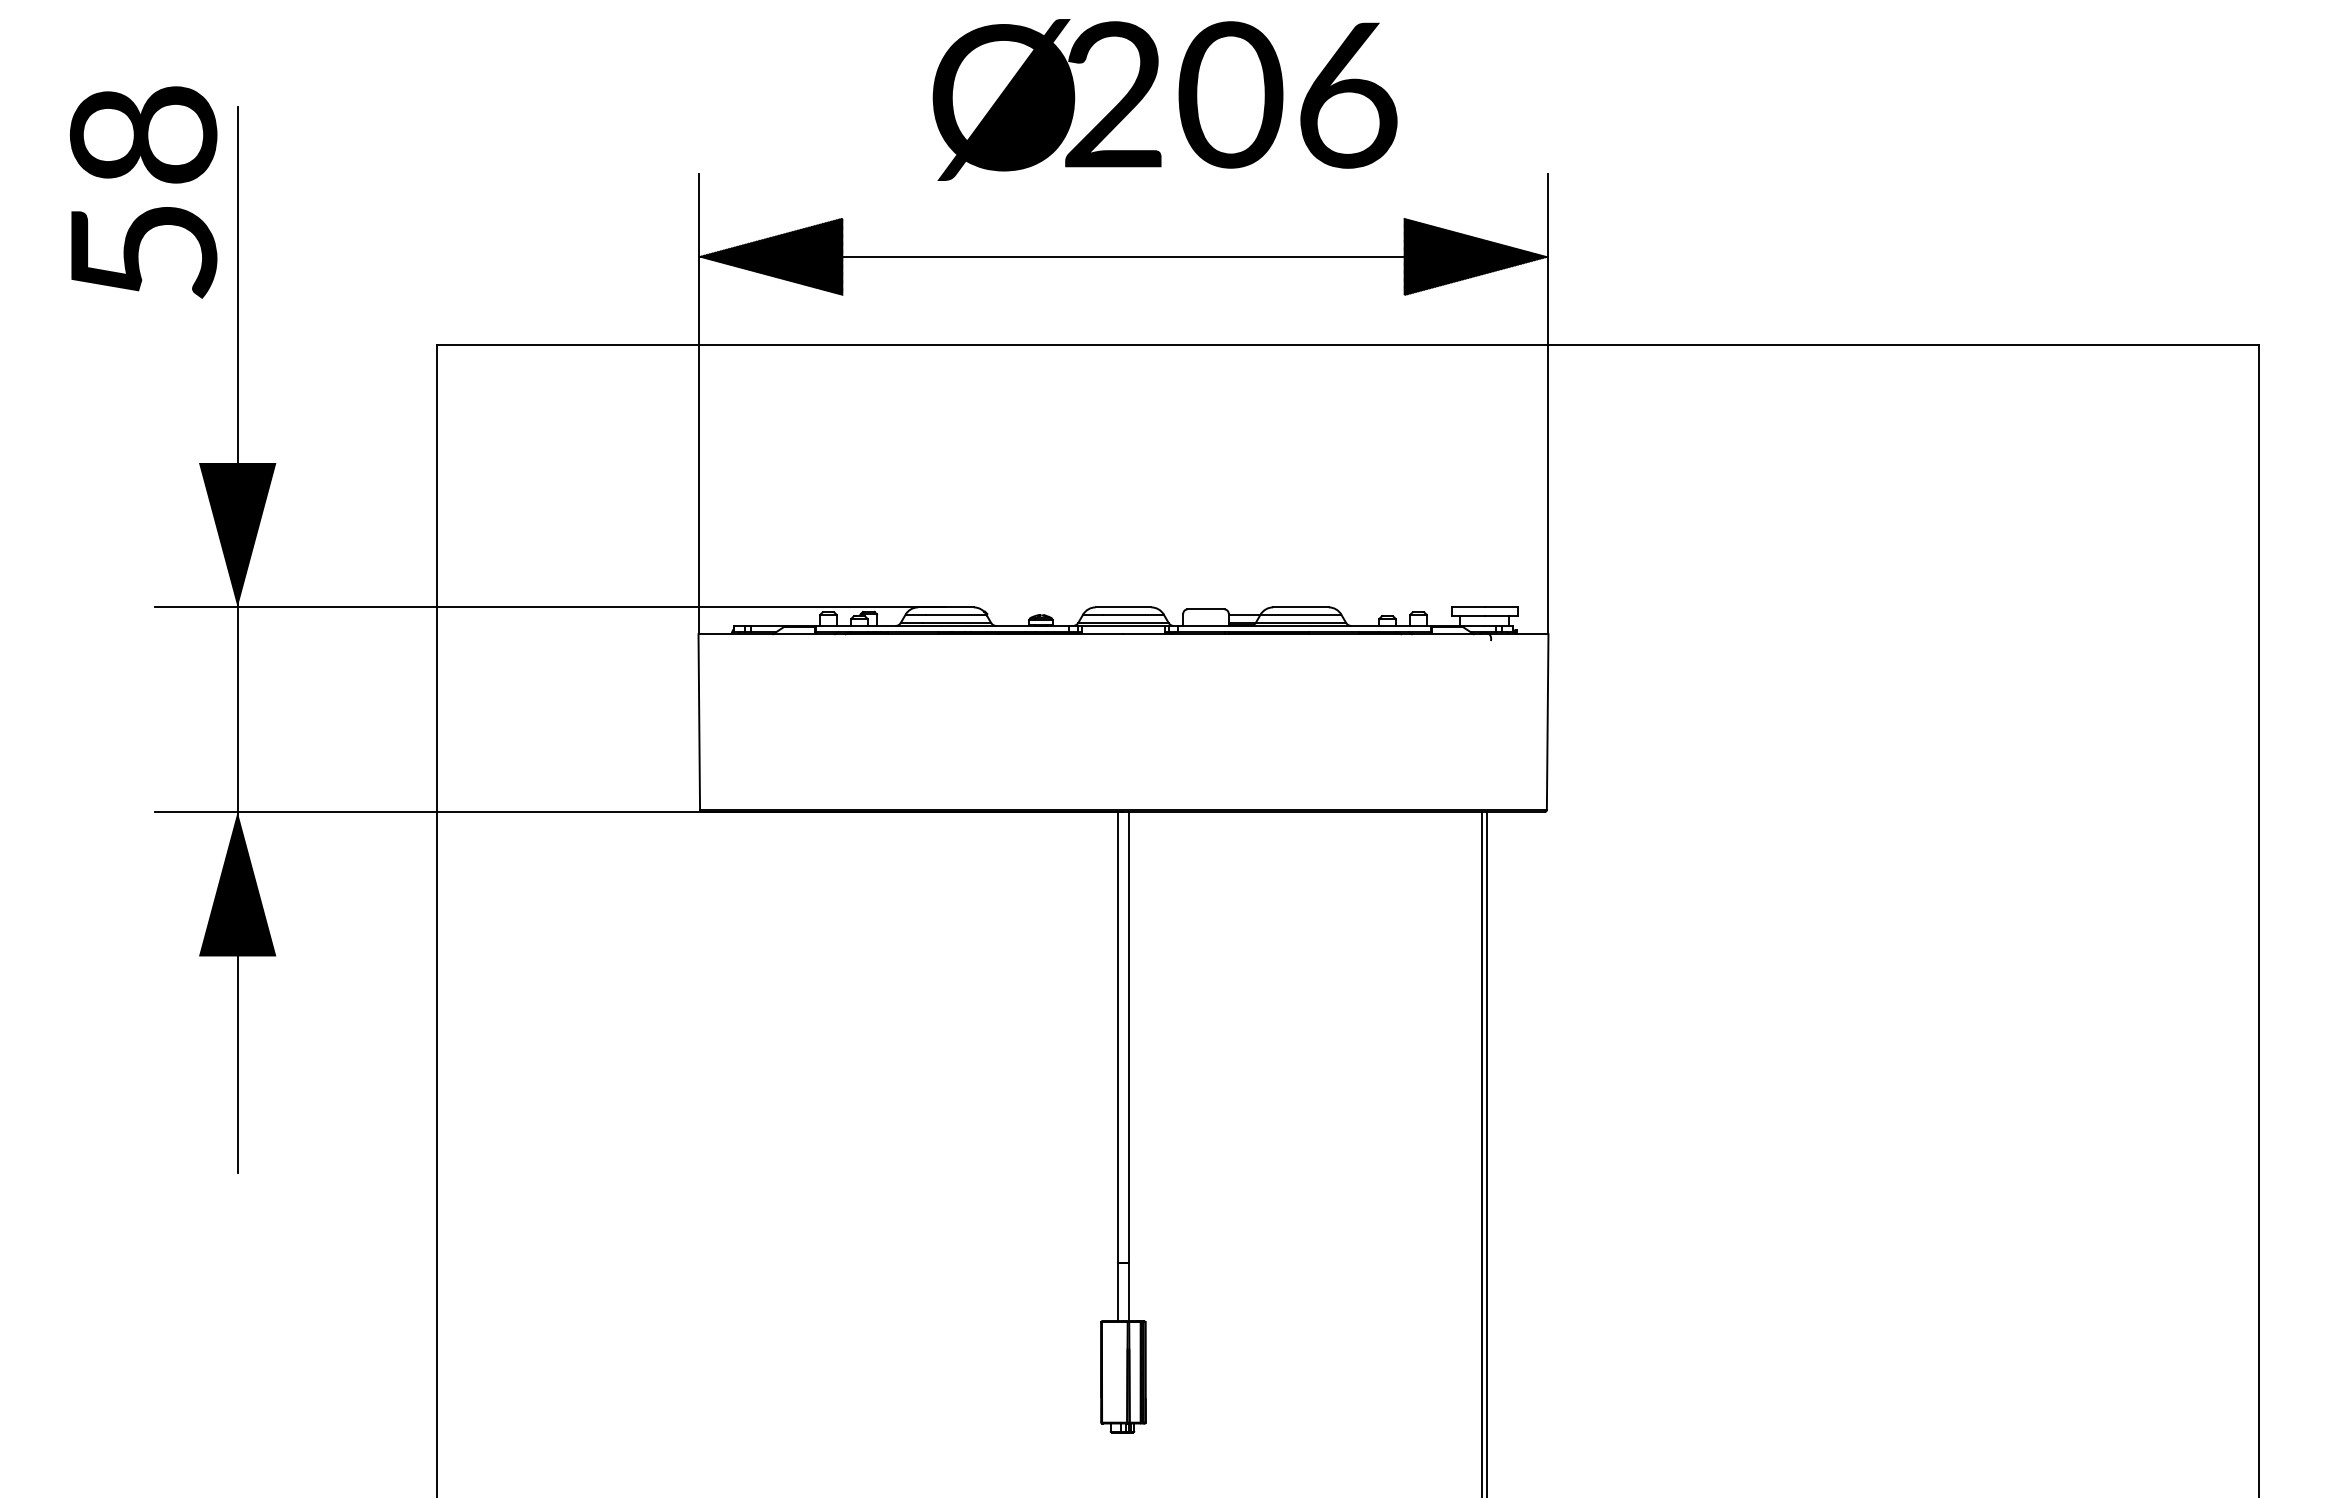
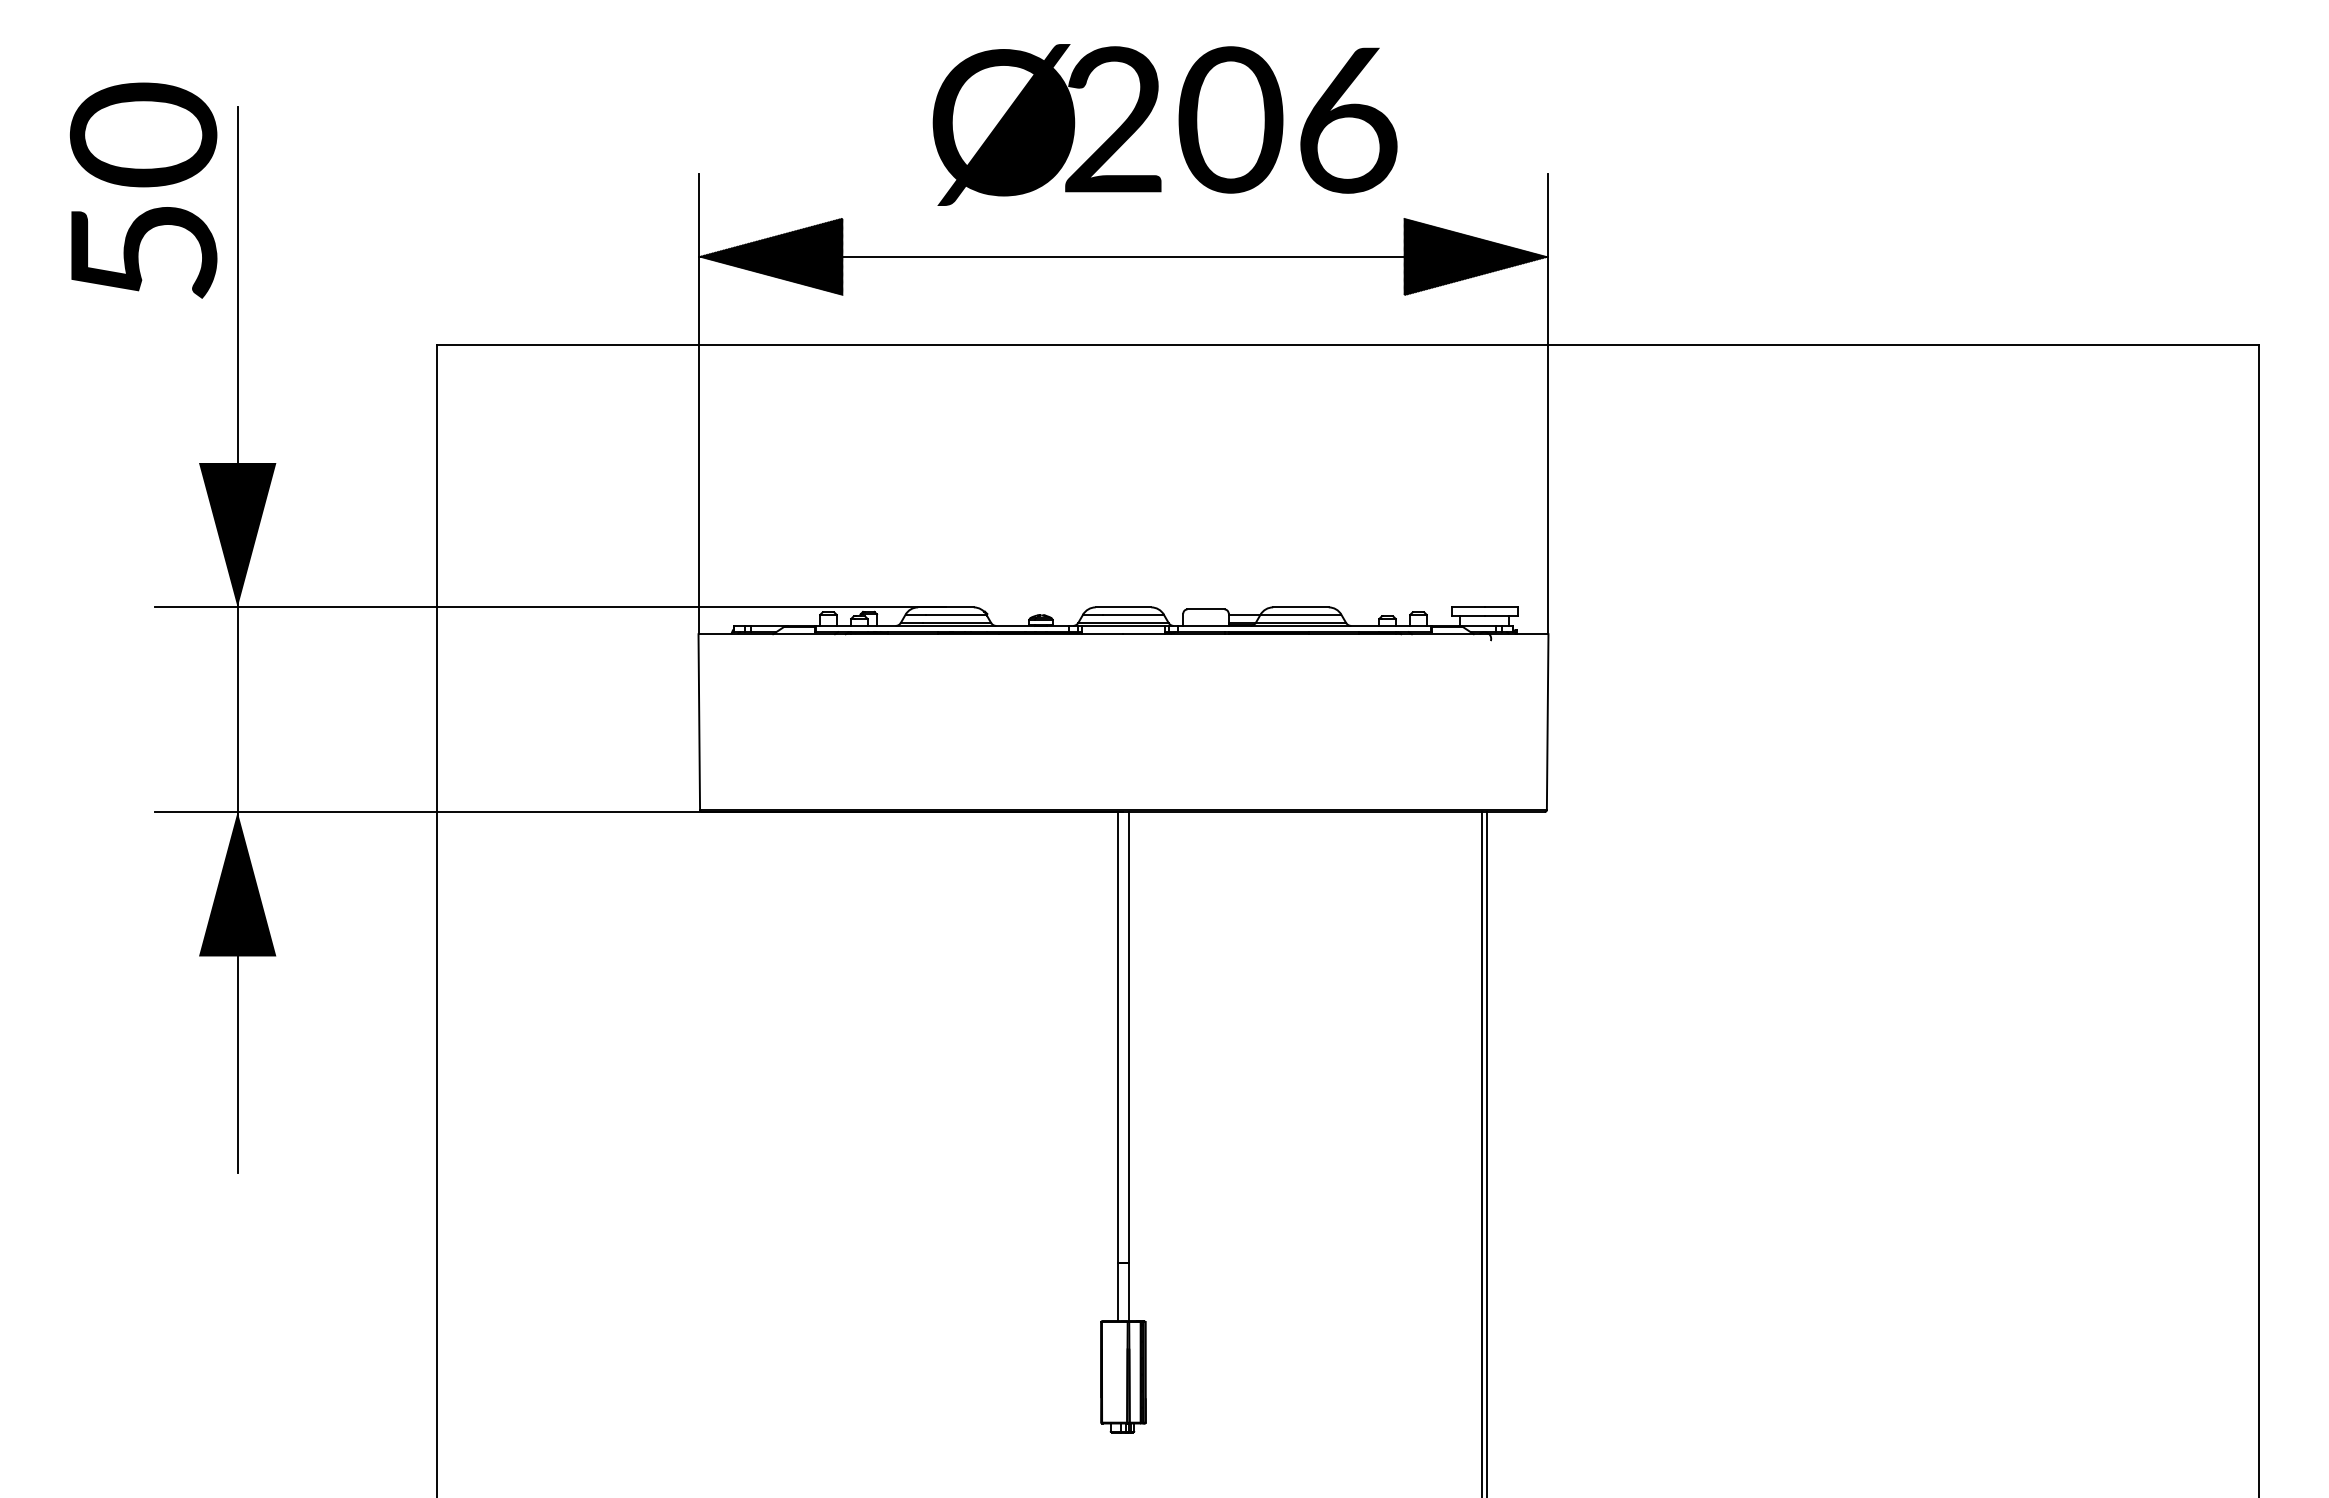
text at (1164, 99) position: (1164, 99) -> (1164, 124)
text at (144, 134): 58 -> 50
